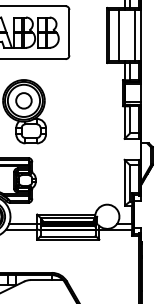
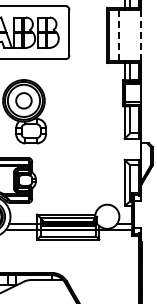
line at (119, 35): solid -> dashed
line at (135, 35): present -> none
line at (141, 35): solid -> dashed
